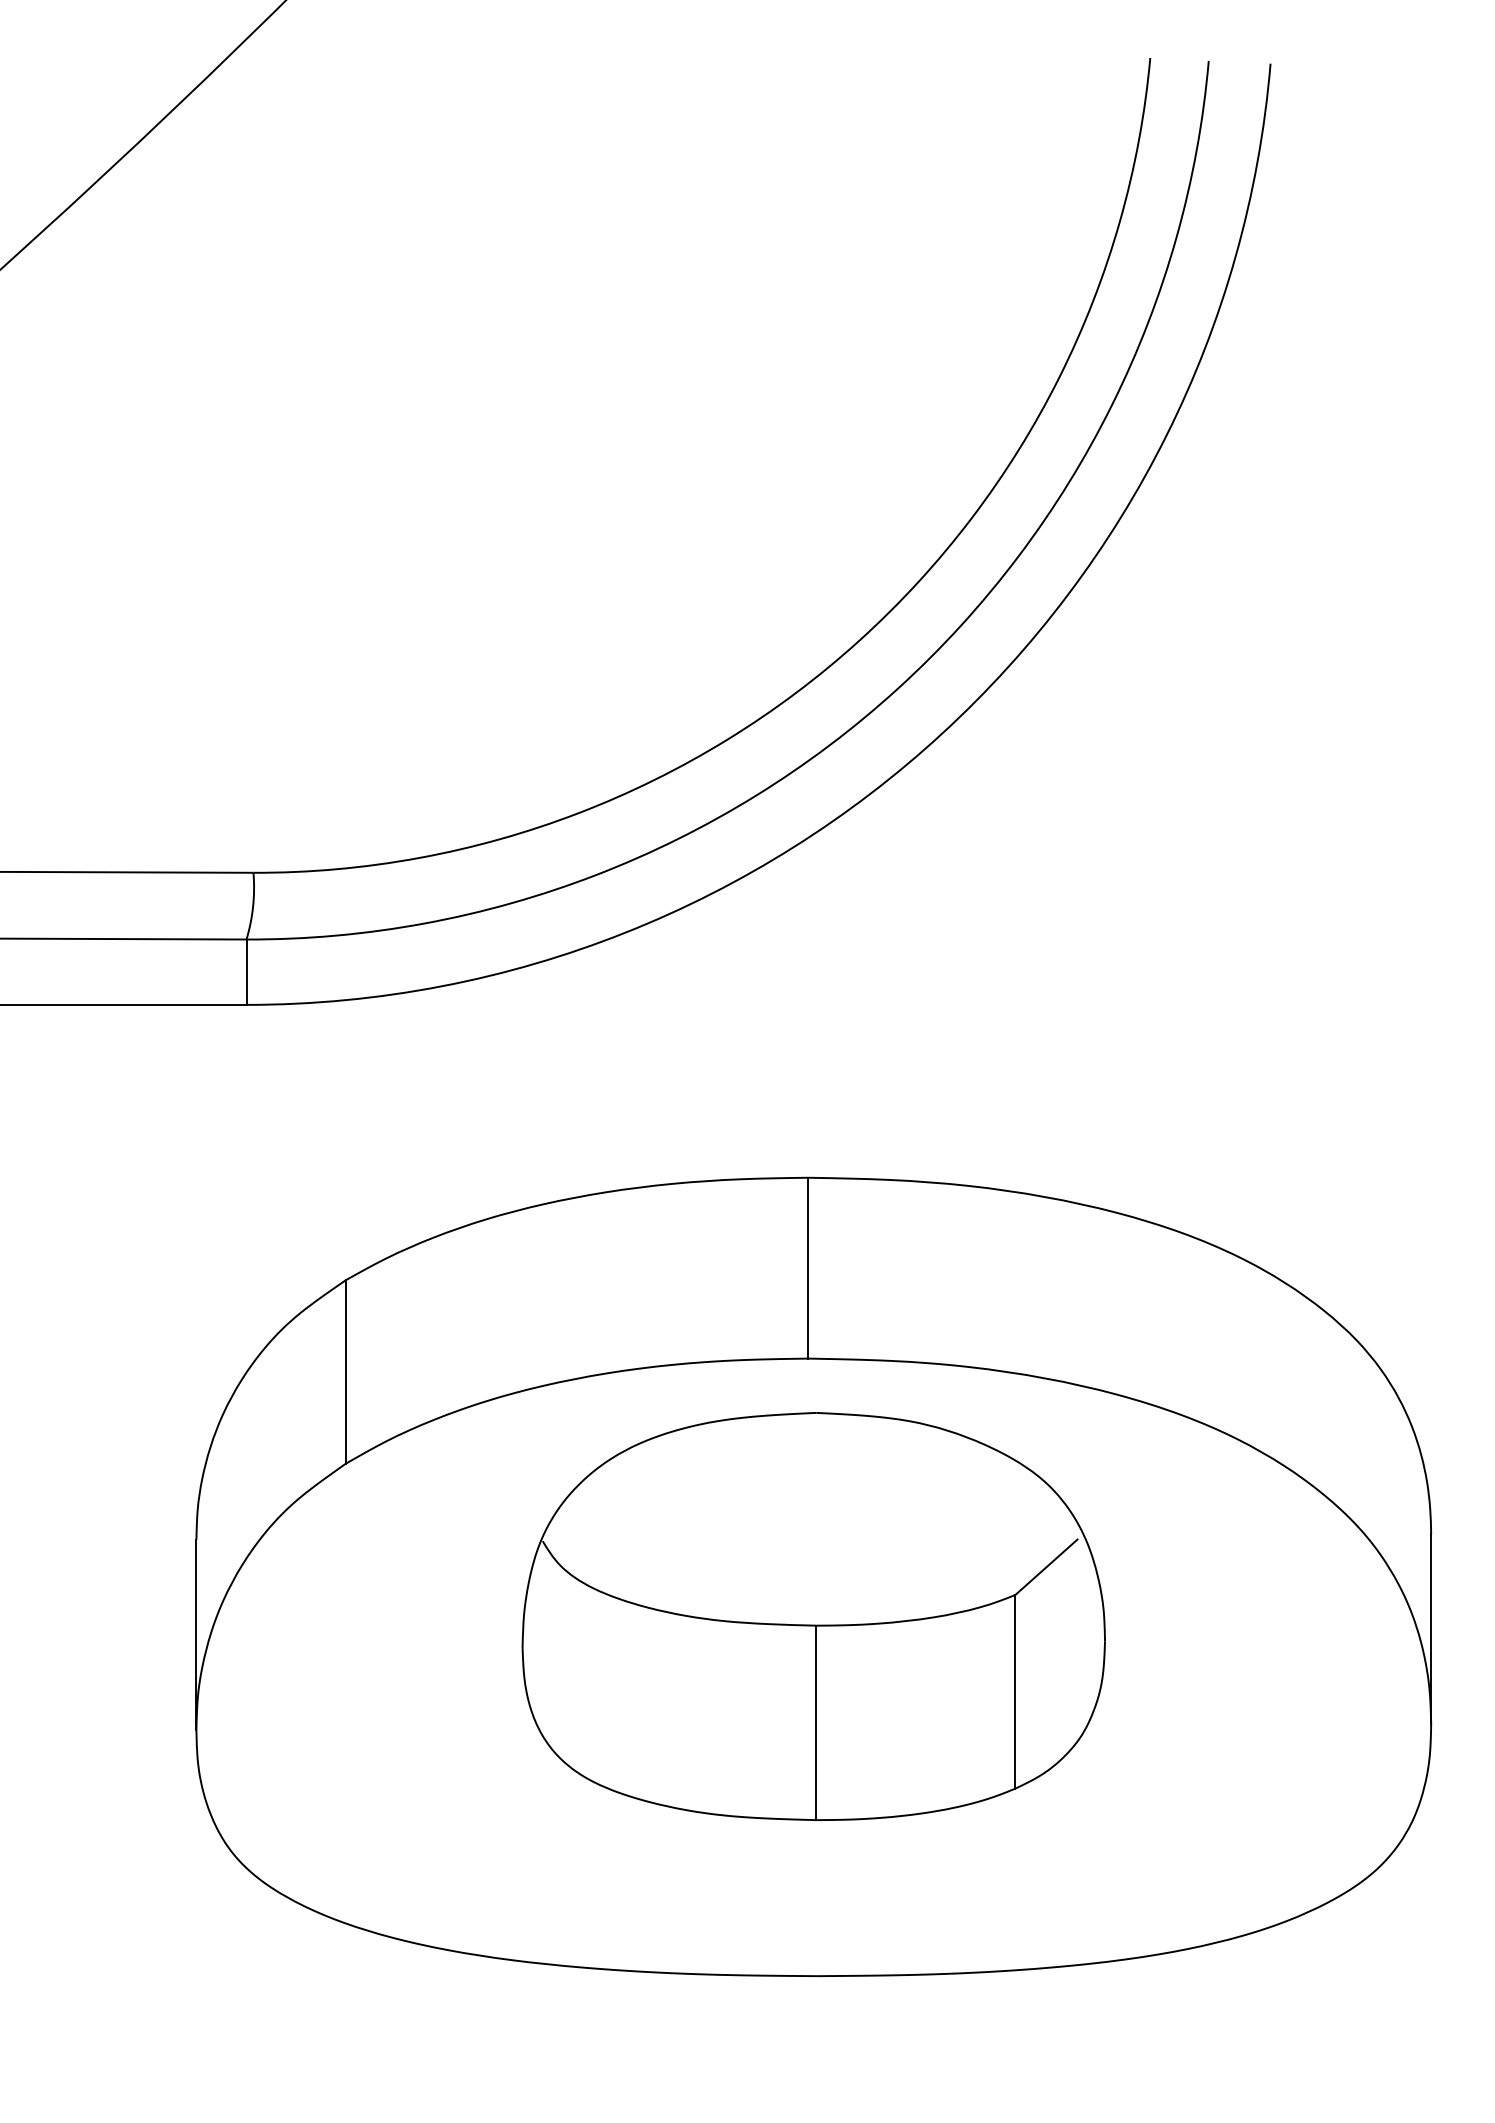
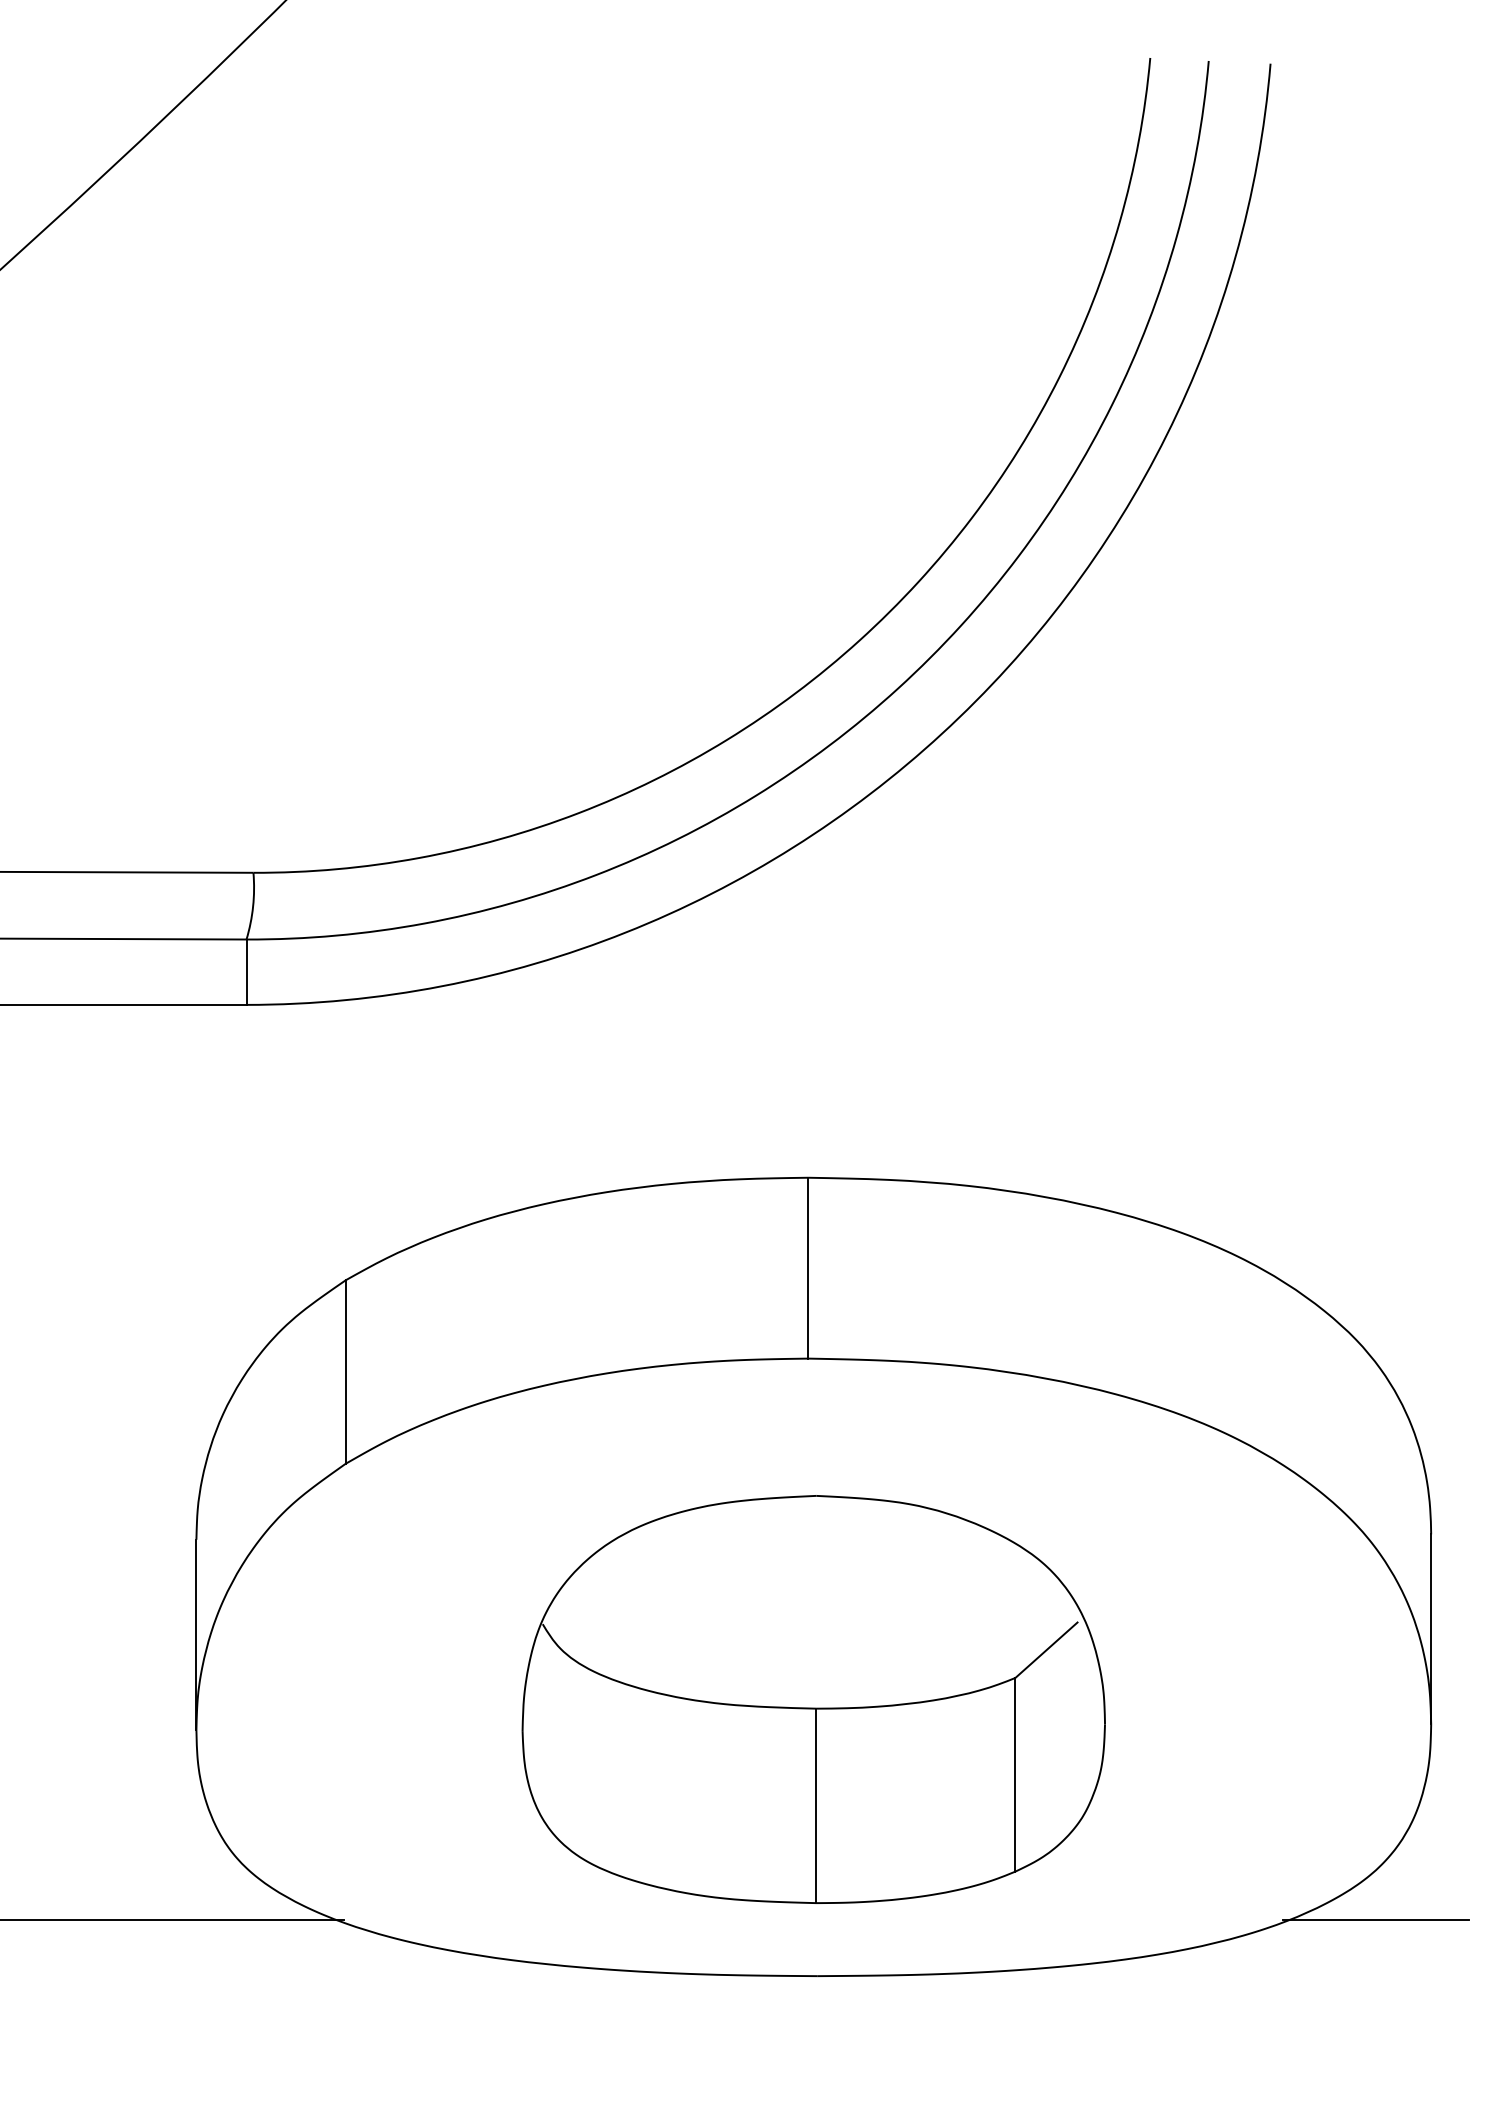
part at (813, 1616) position: (813, 1616) -> (813, 1699)
line at (172, 1920): none -> present
line at (1375, 1920): none -> present
